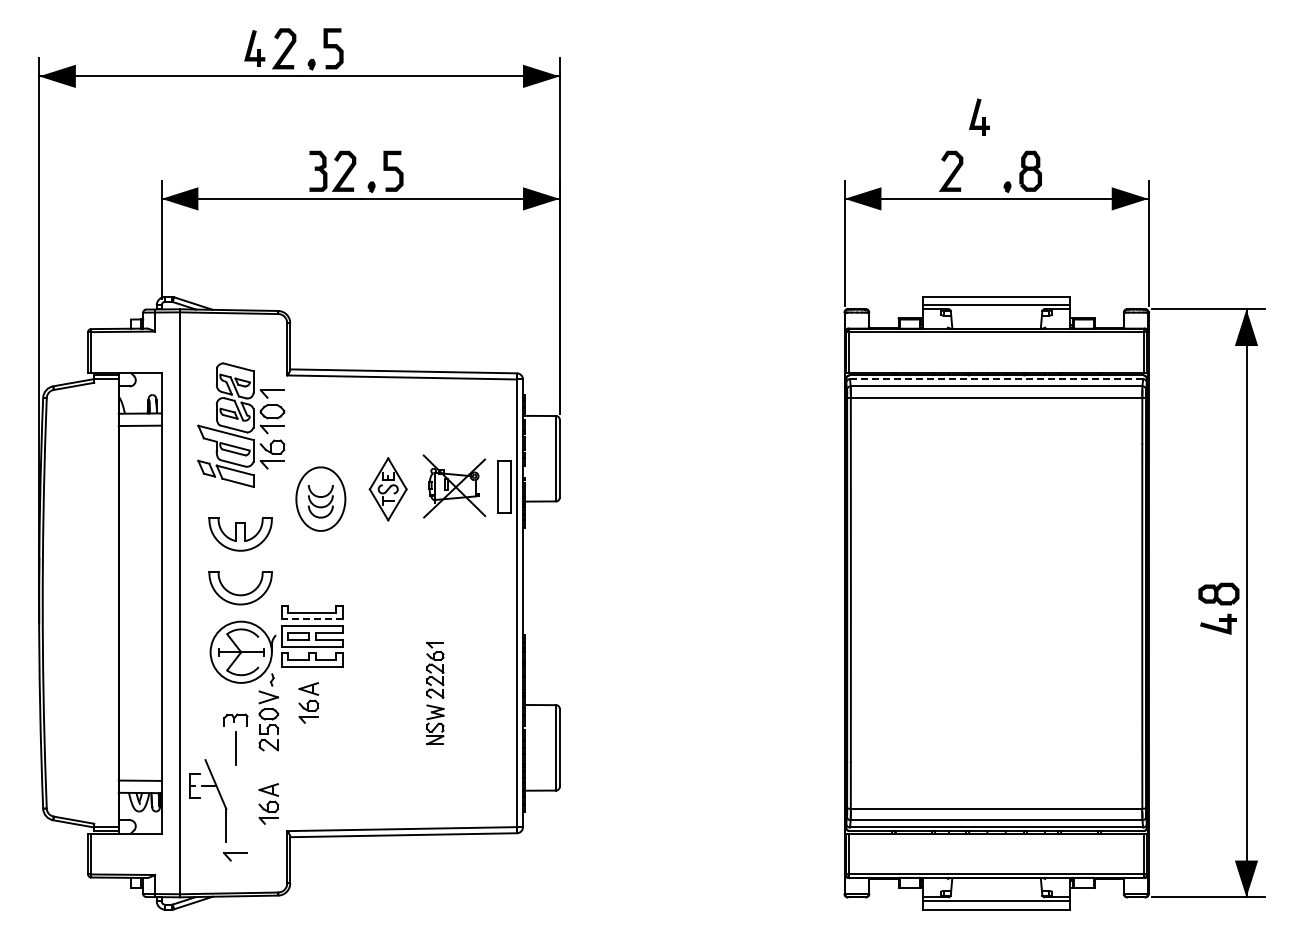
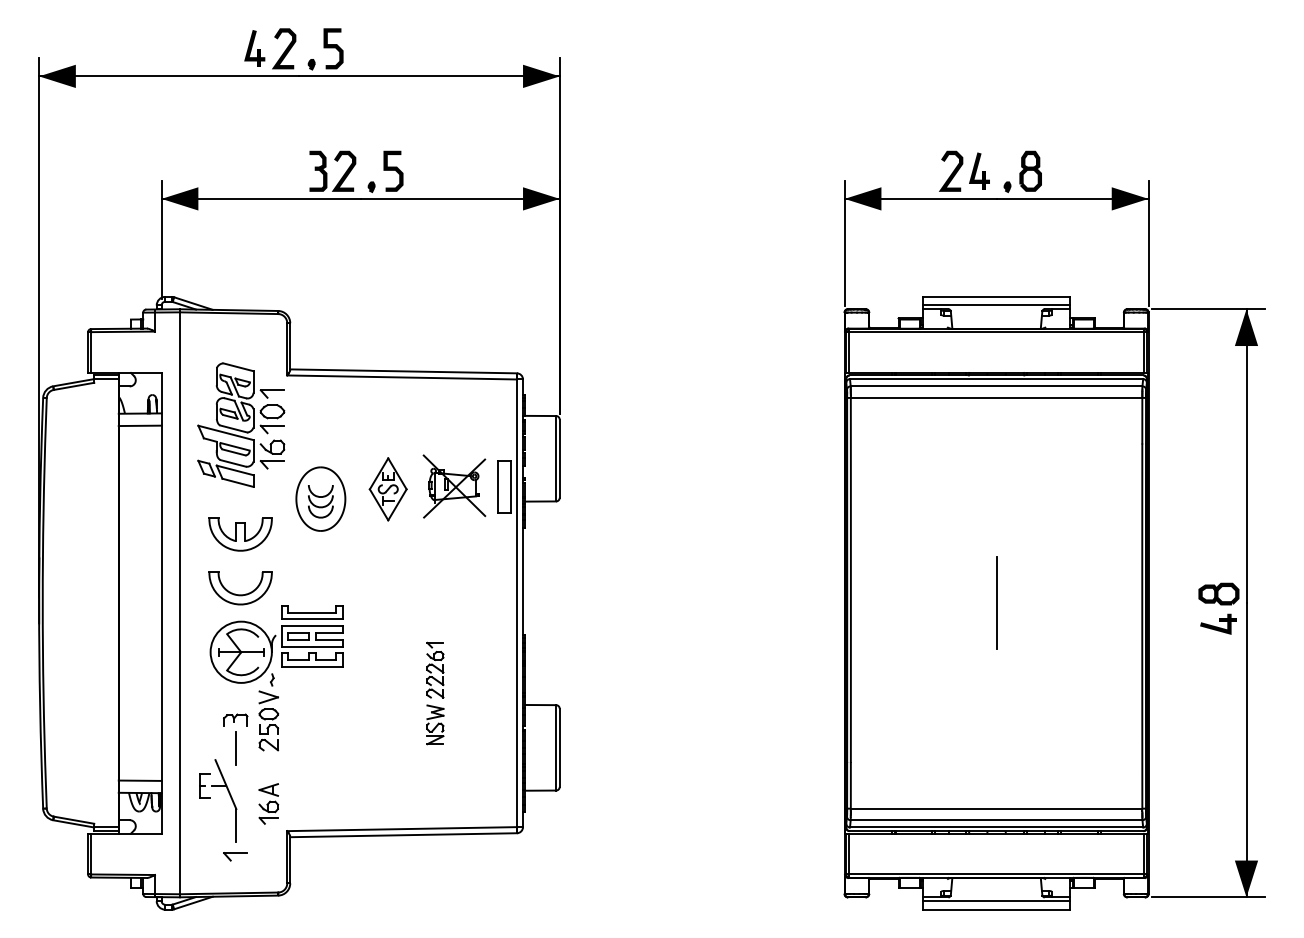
part at (979, 116) position: (979, 116) -> (979, 170)
line at (996, 379): dashed -> solid
line at (996, 603): none -> present
line at (312, 619): dashed -> solid
part at (308, 702): present -> none
part at (200, 798) position: (200, 798) -> (210, 798)
